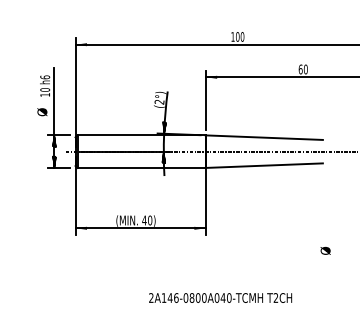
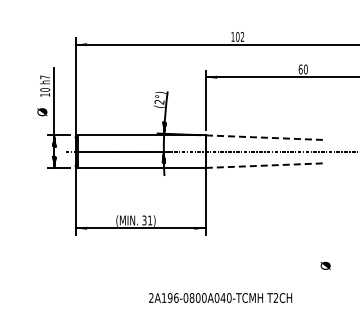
text at (242, 36): 100 -> 102
text at (45, 77): h6 -> h7
line at (264, 137): solid -> dashed
line at (264, 165): solid -> dashed
text at (147, 220): 40) -> 31)
text at (325, 250) position: (325, 250) -> (325, 265)
text at (169, 297): 2A146-0800A040-TCMH -> 2A196-0800A040-TCMH
